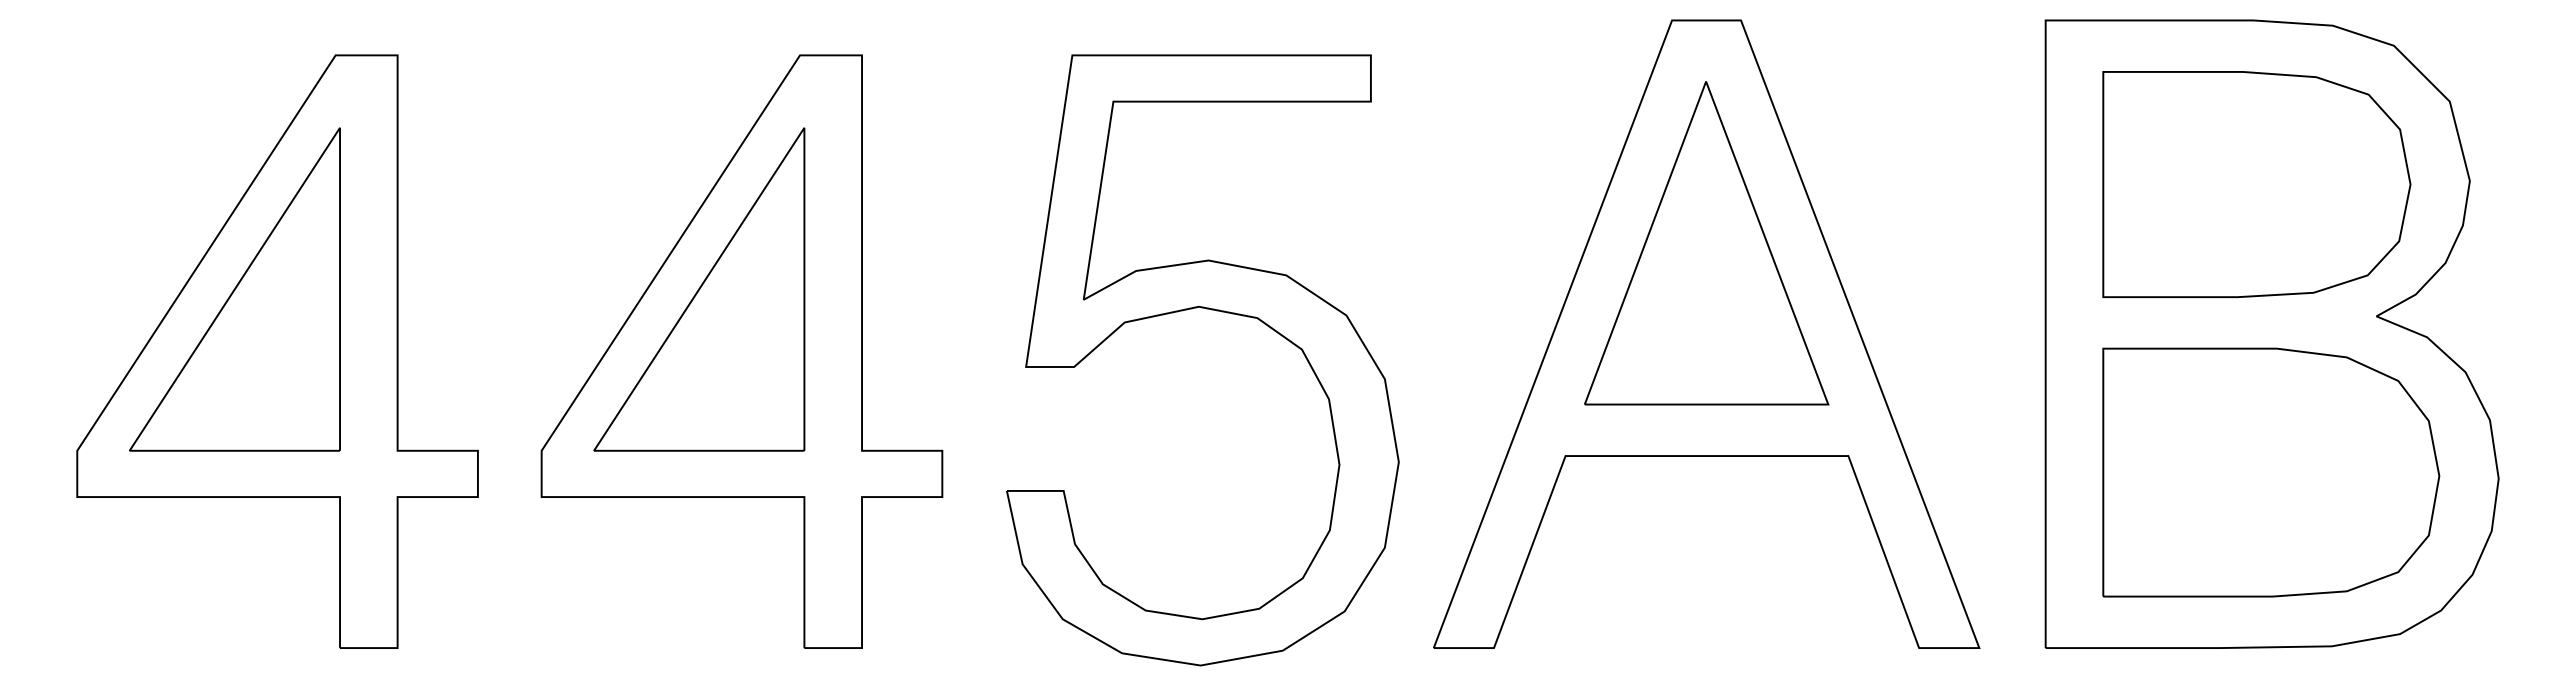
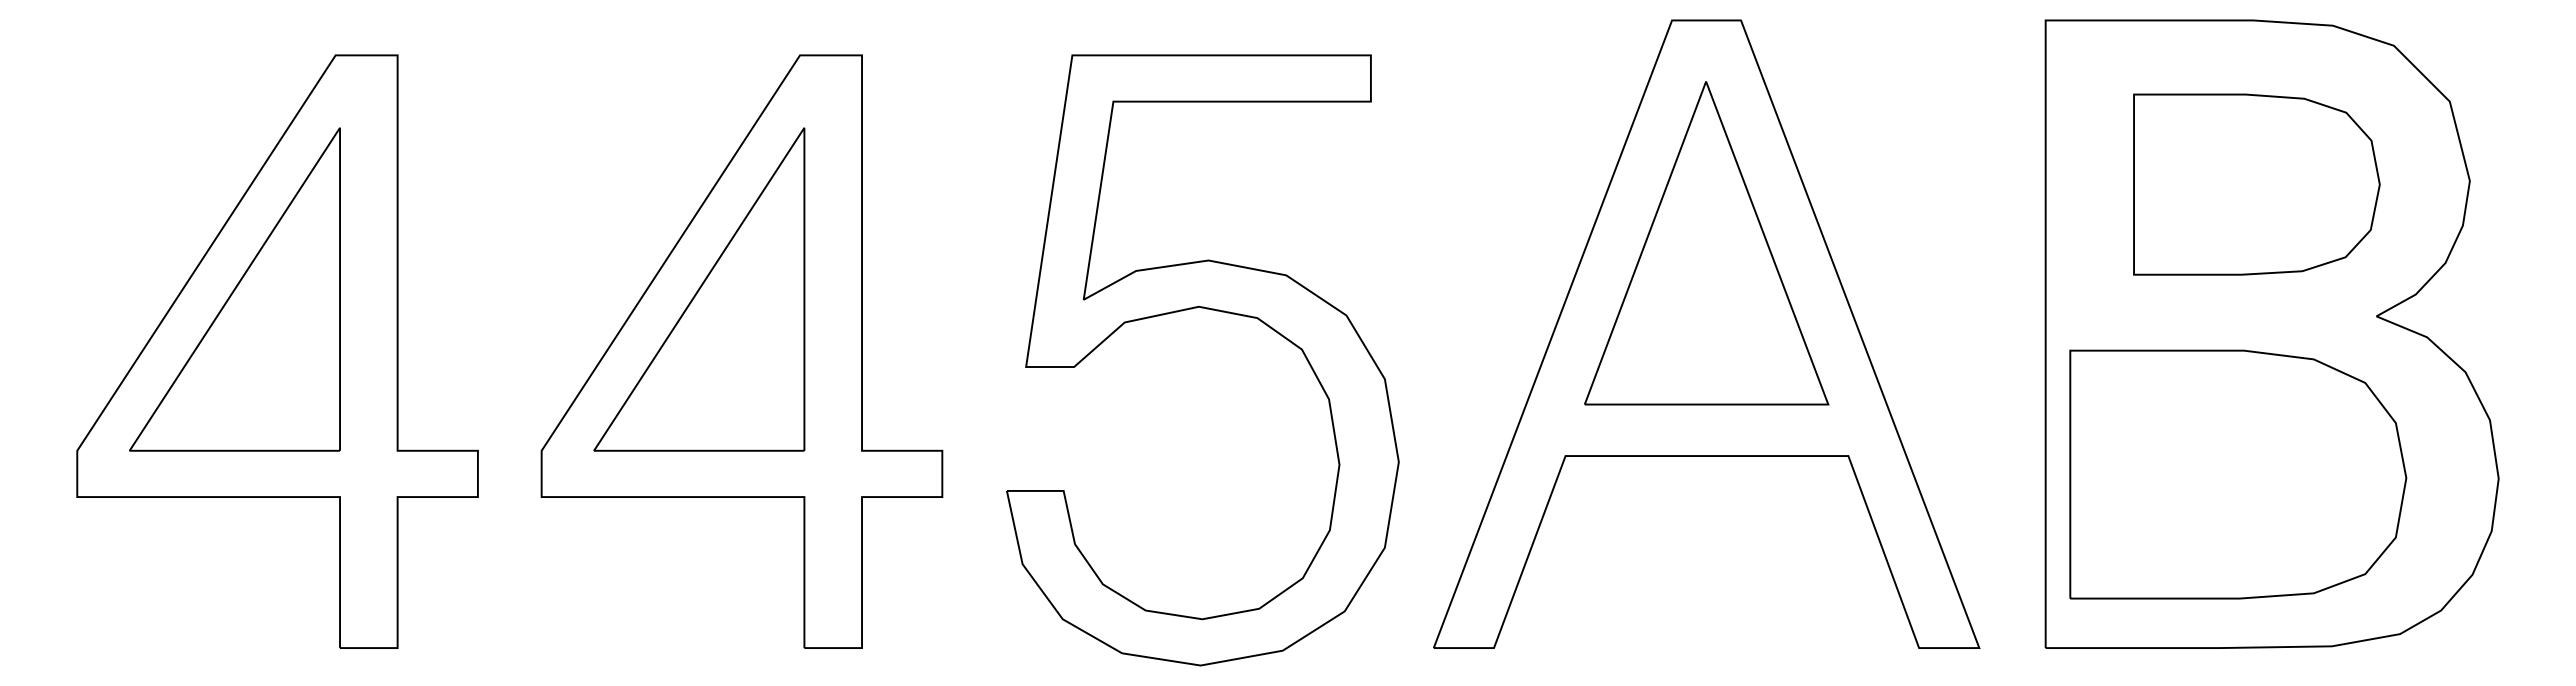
part at (2256, 184) size: 310x228 px -> 248x183 px
part at (2271, 472) position: (2271, 472) -> (2238, 474)
